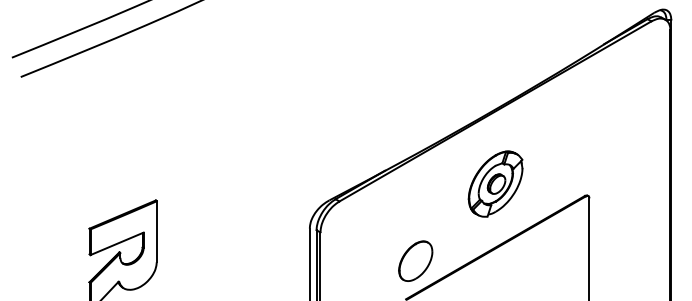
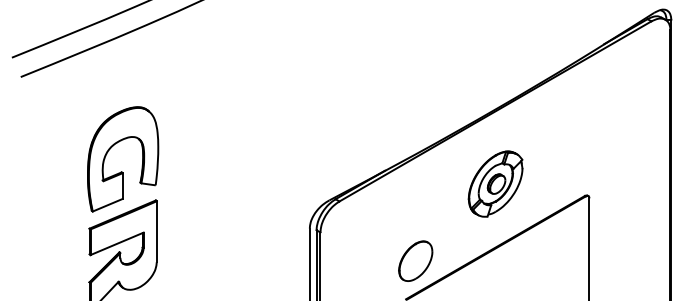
part at (122, 171): none -> present
